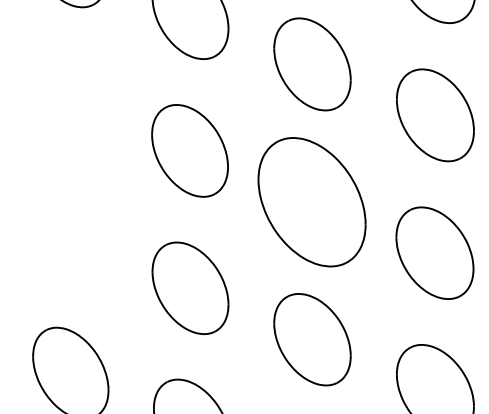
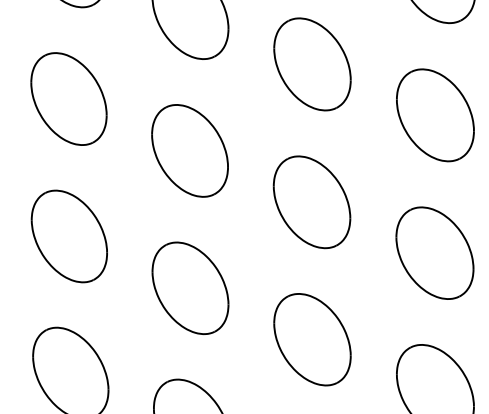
part at (68, 98): none -> present
part at (311, 202) size: 110x131 px -> 80x95 px
part at (68, 236): none -> present
